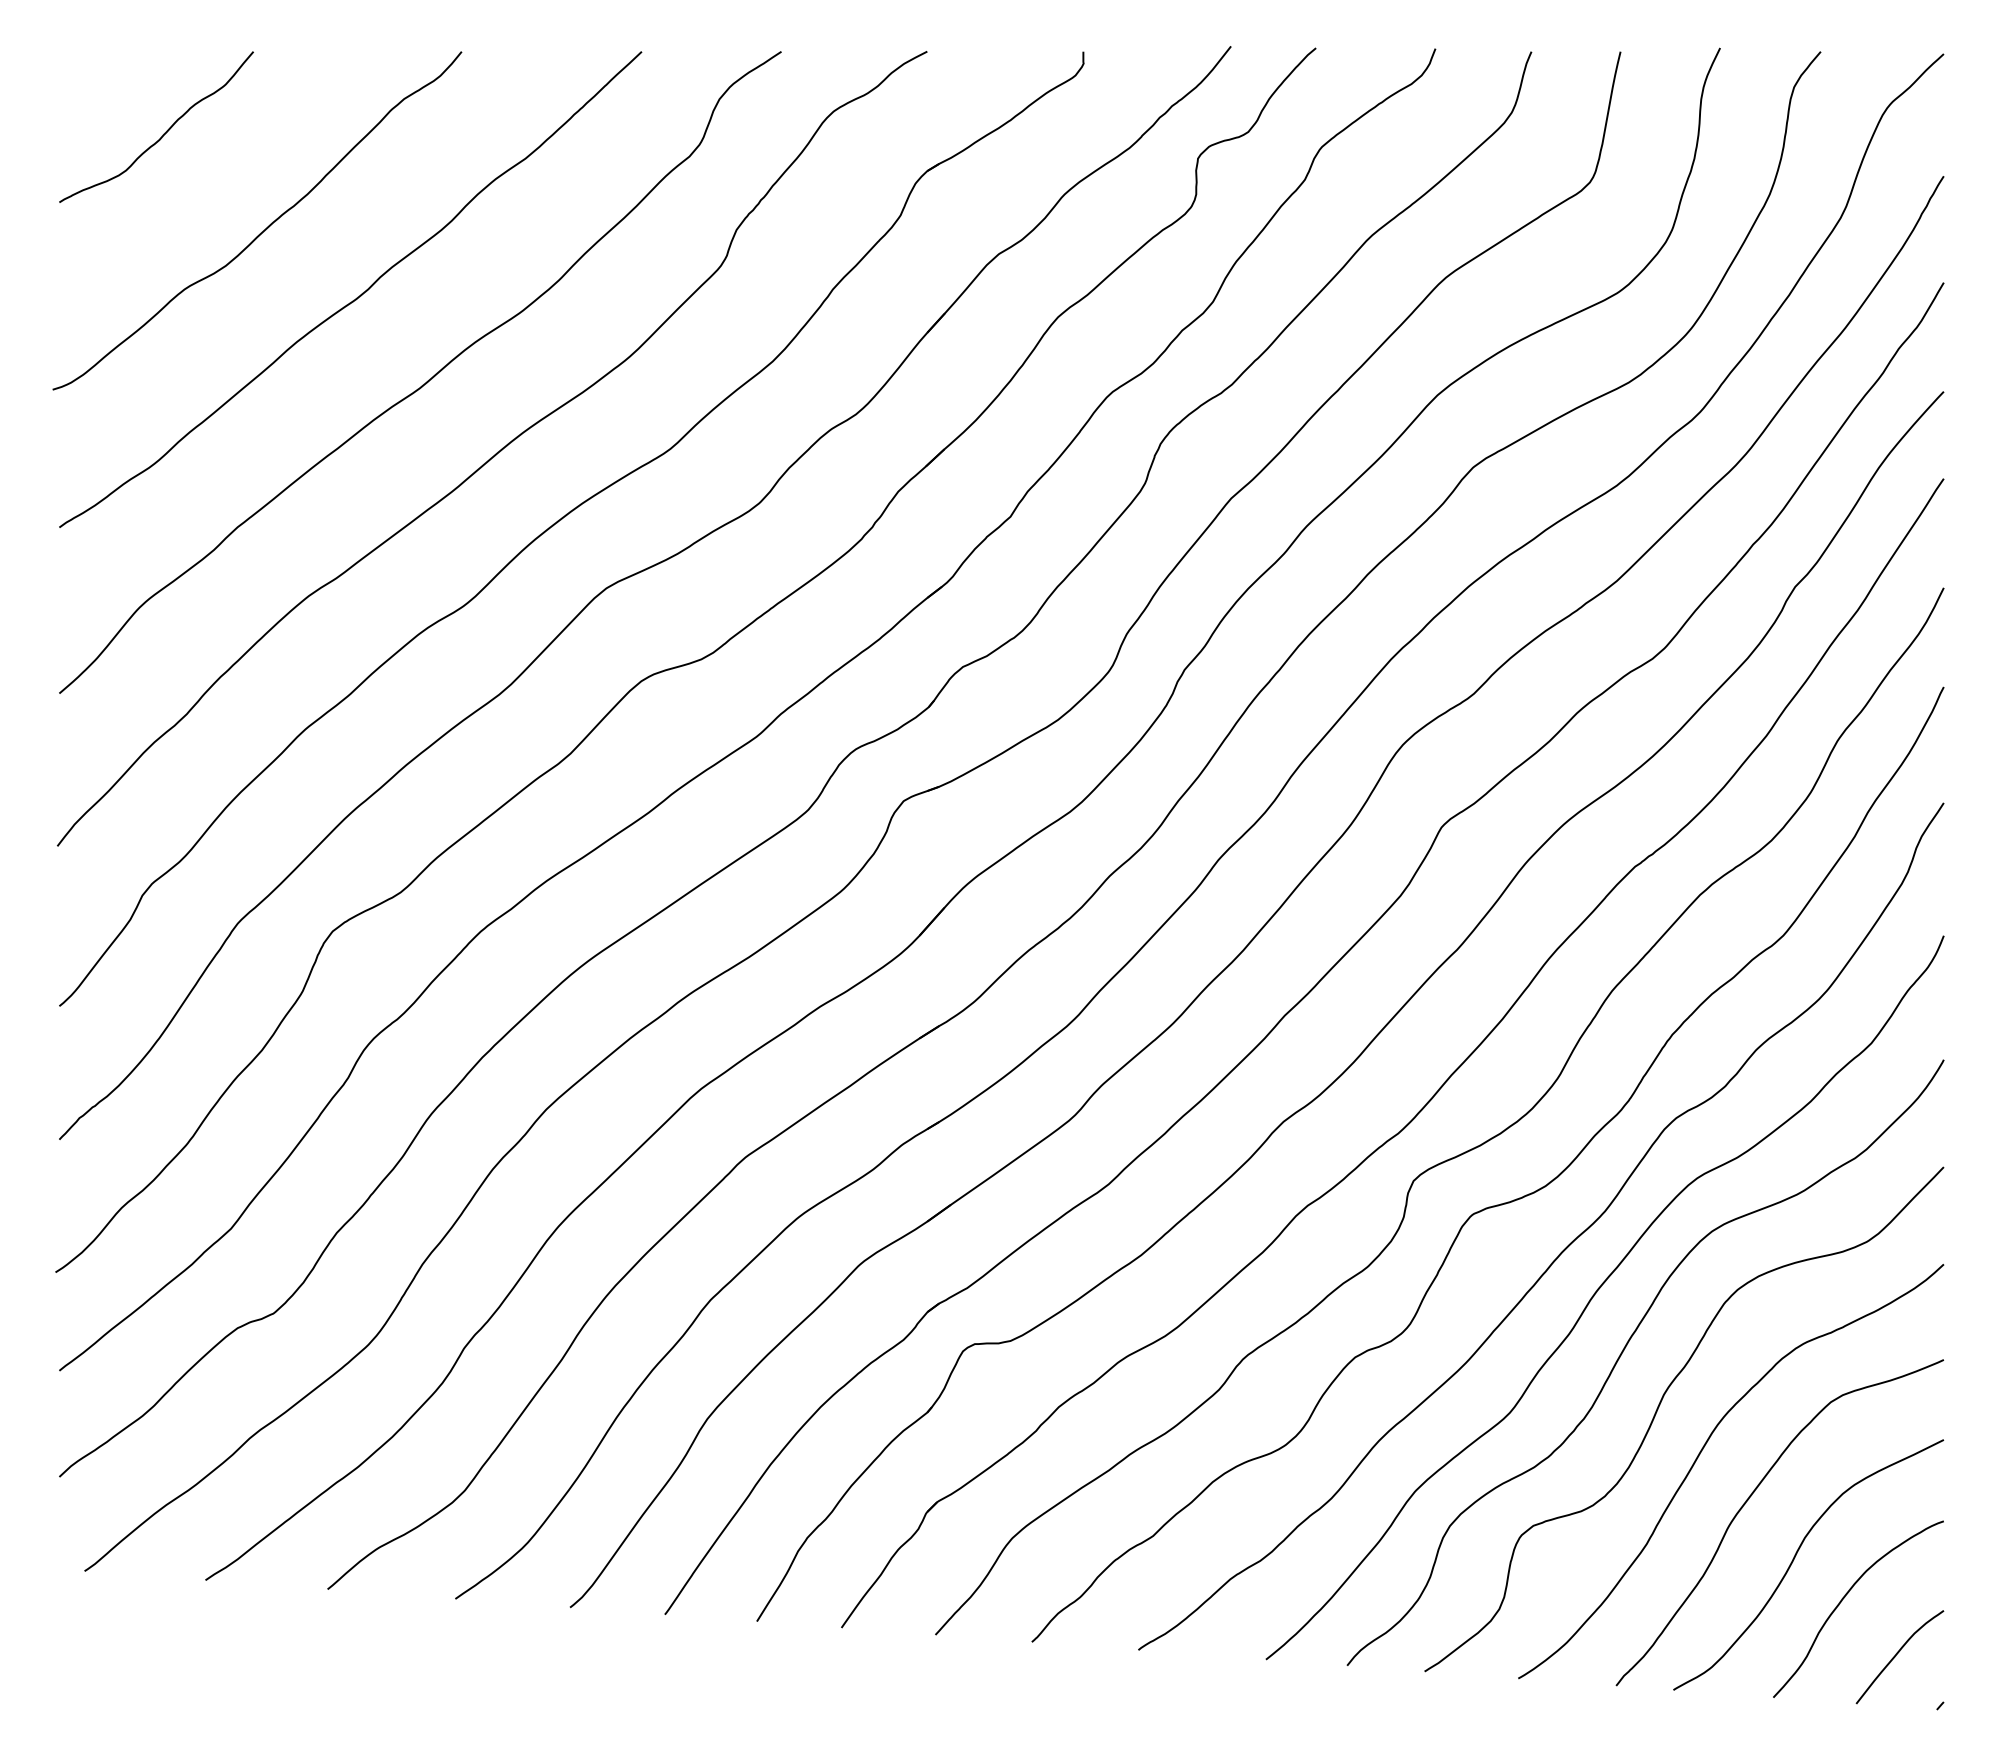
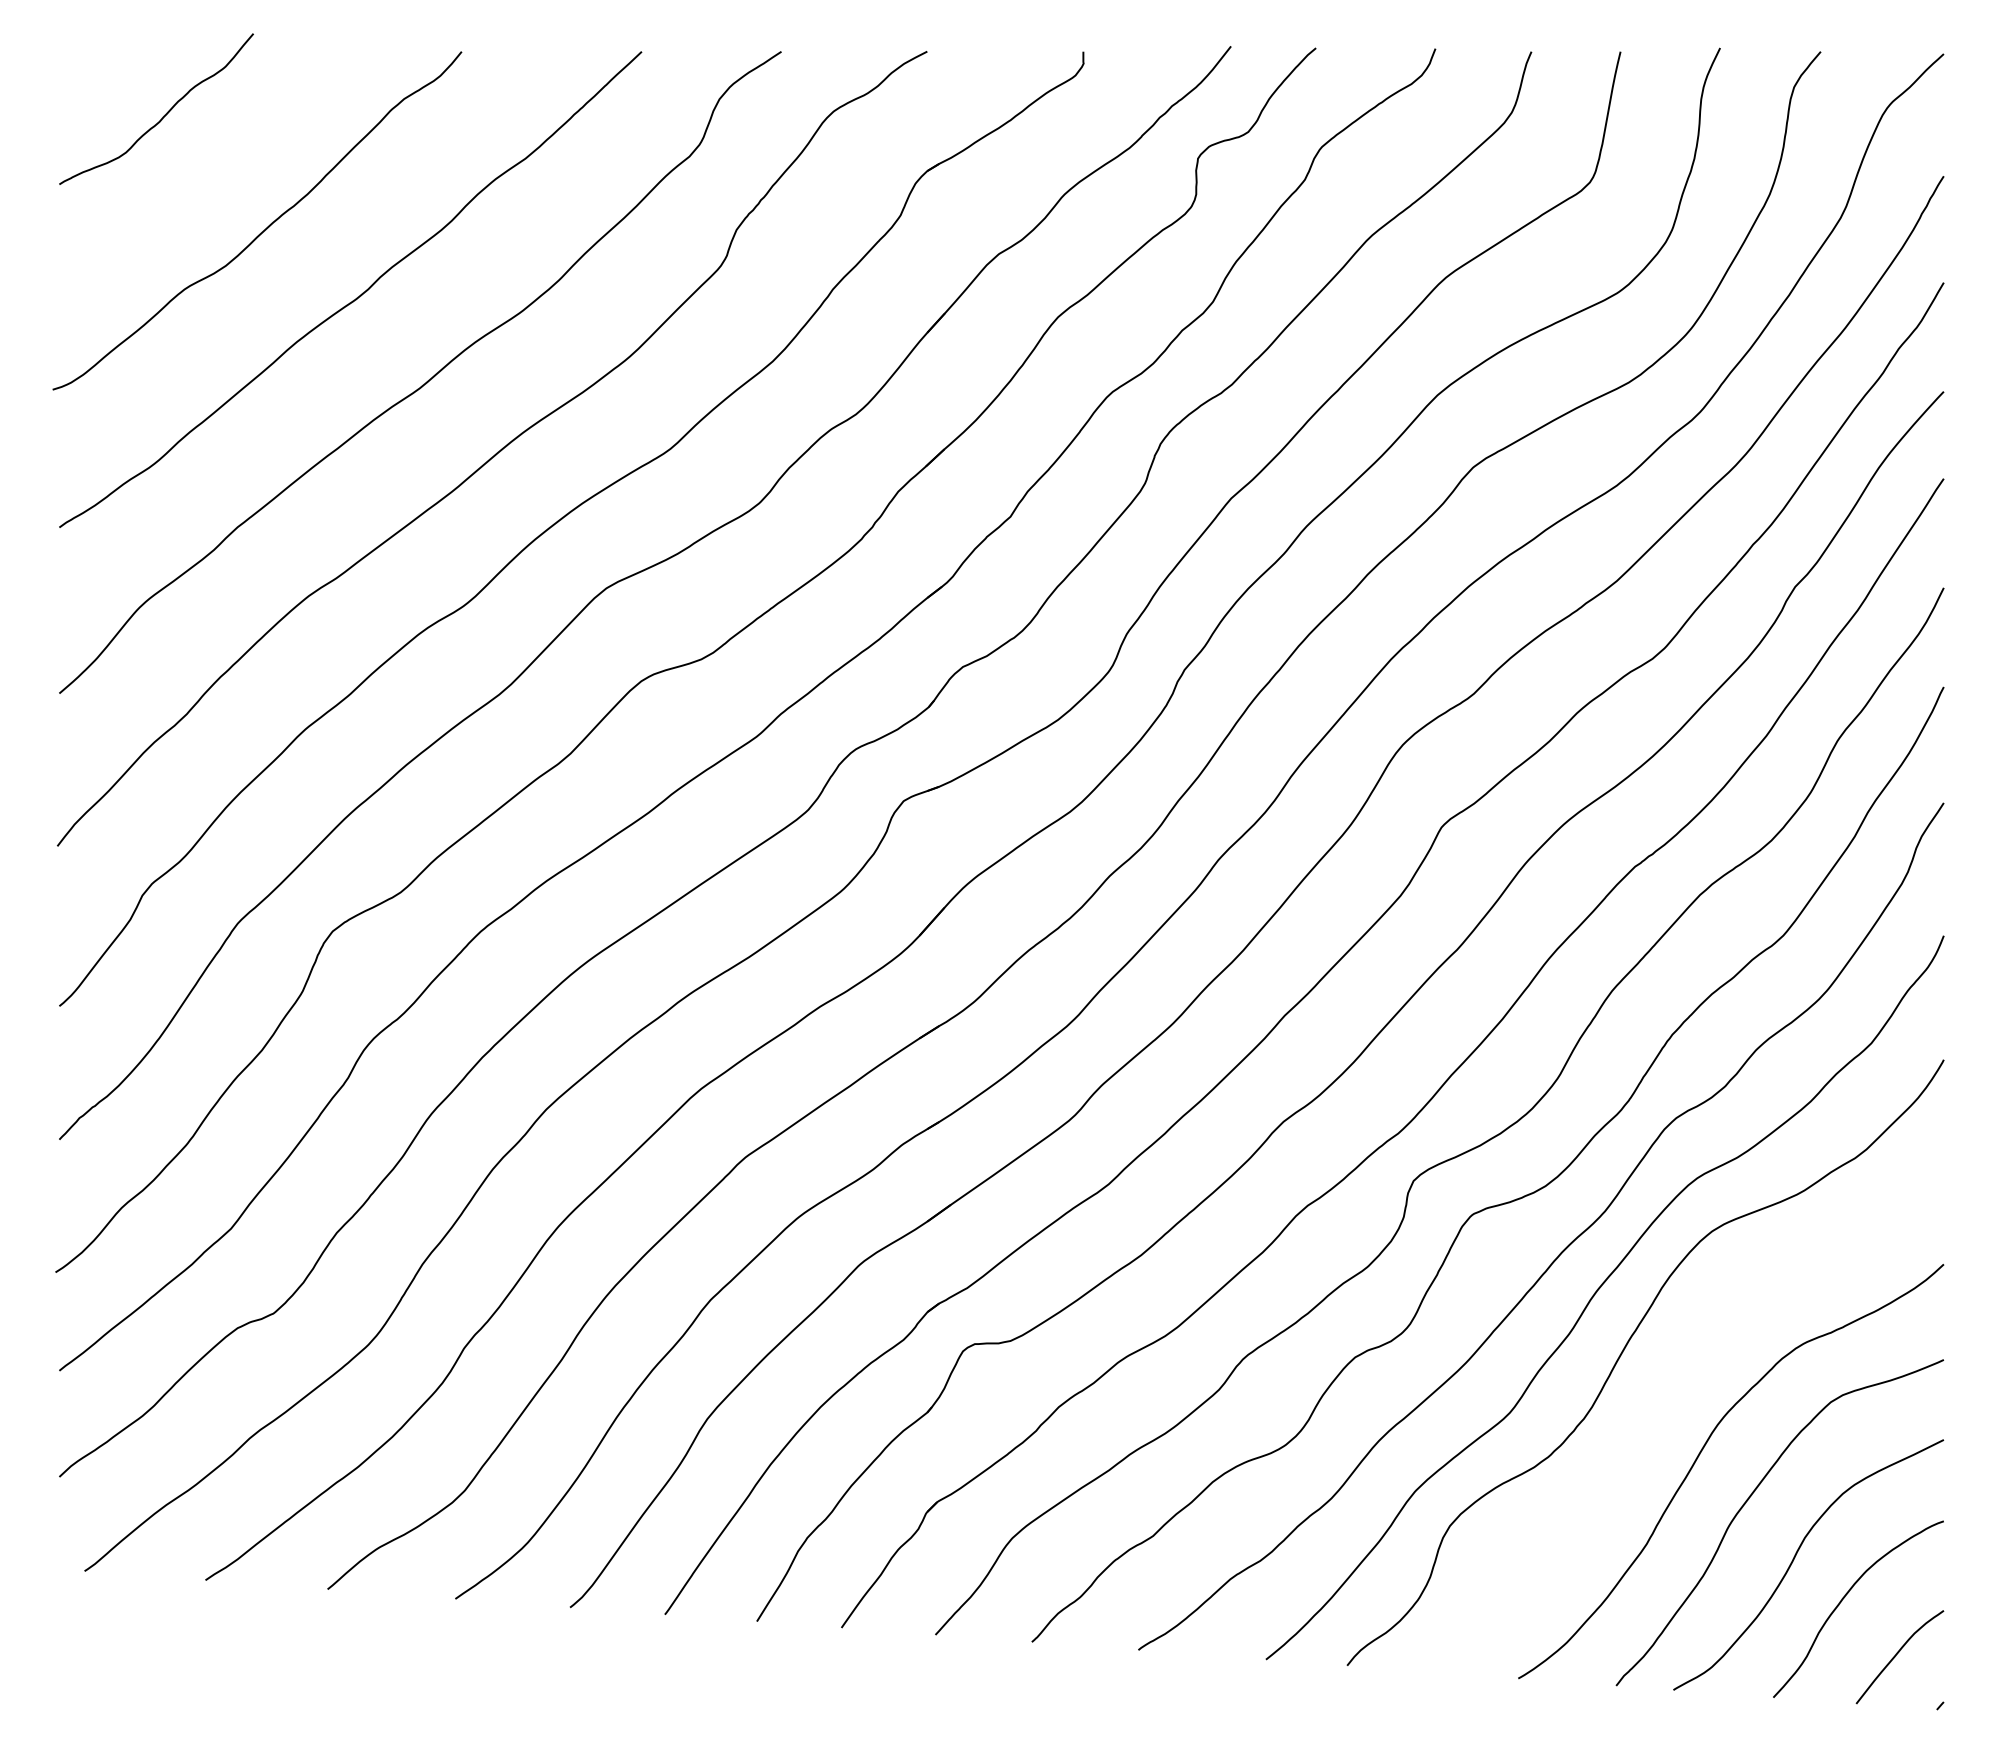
curve at (163, 133) position: (163, 133) -> (163, 115)
curve at (1659, 1407): present -> none
